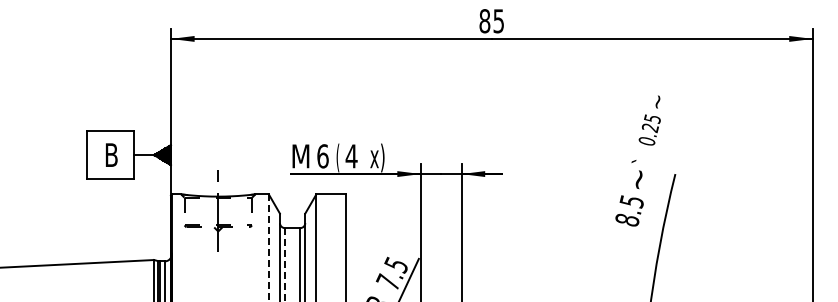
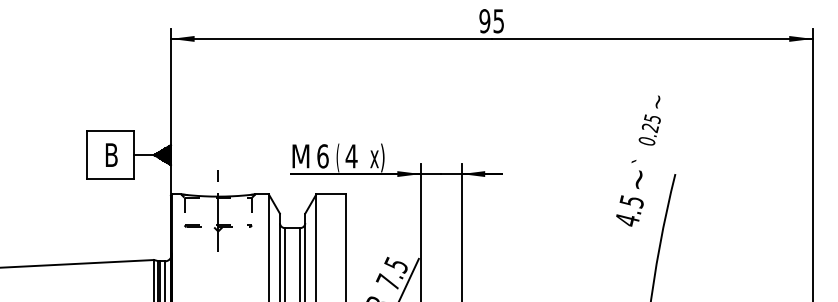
text at (484, 21): 85 -> 95
text at (627, 219): 8.5 -> 4.5
line at (268, 248): dashed -> solid
line at (285, 265): dashed -> solid
